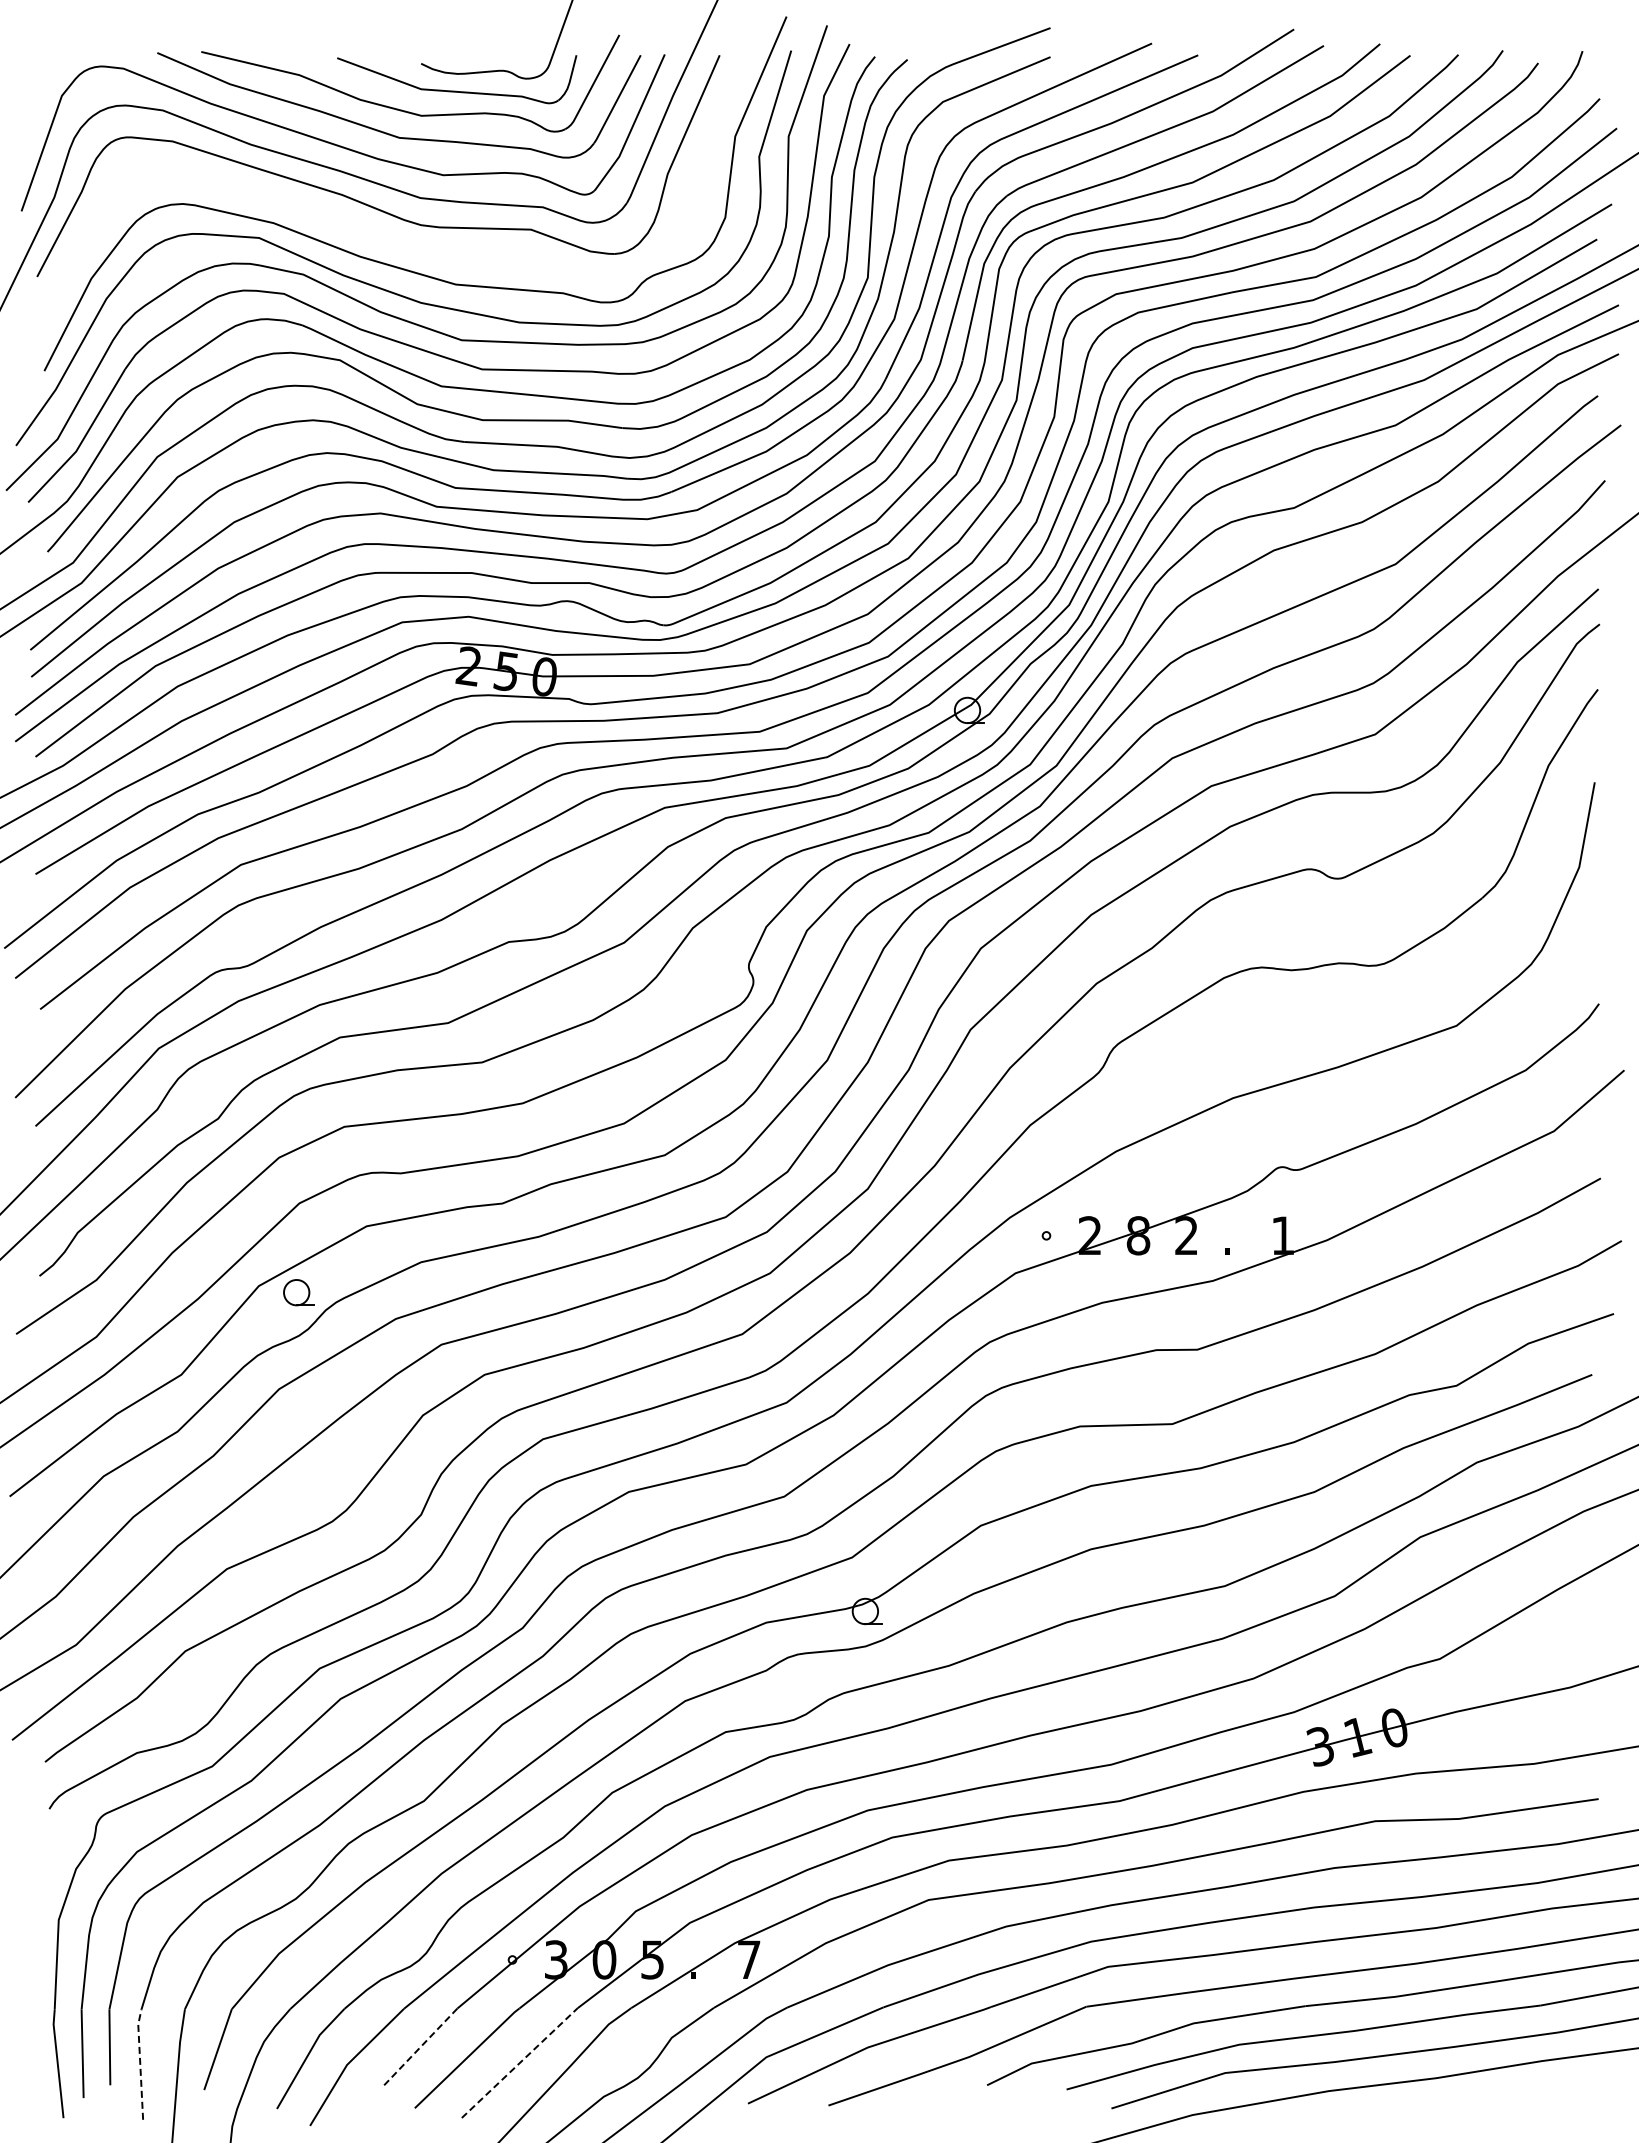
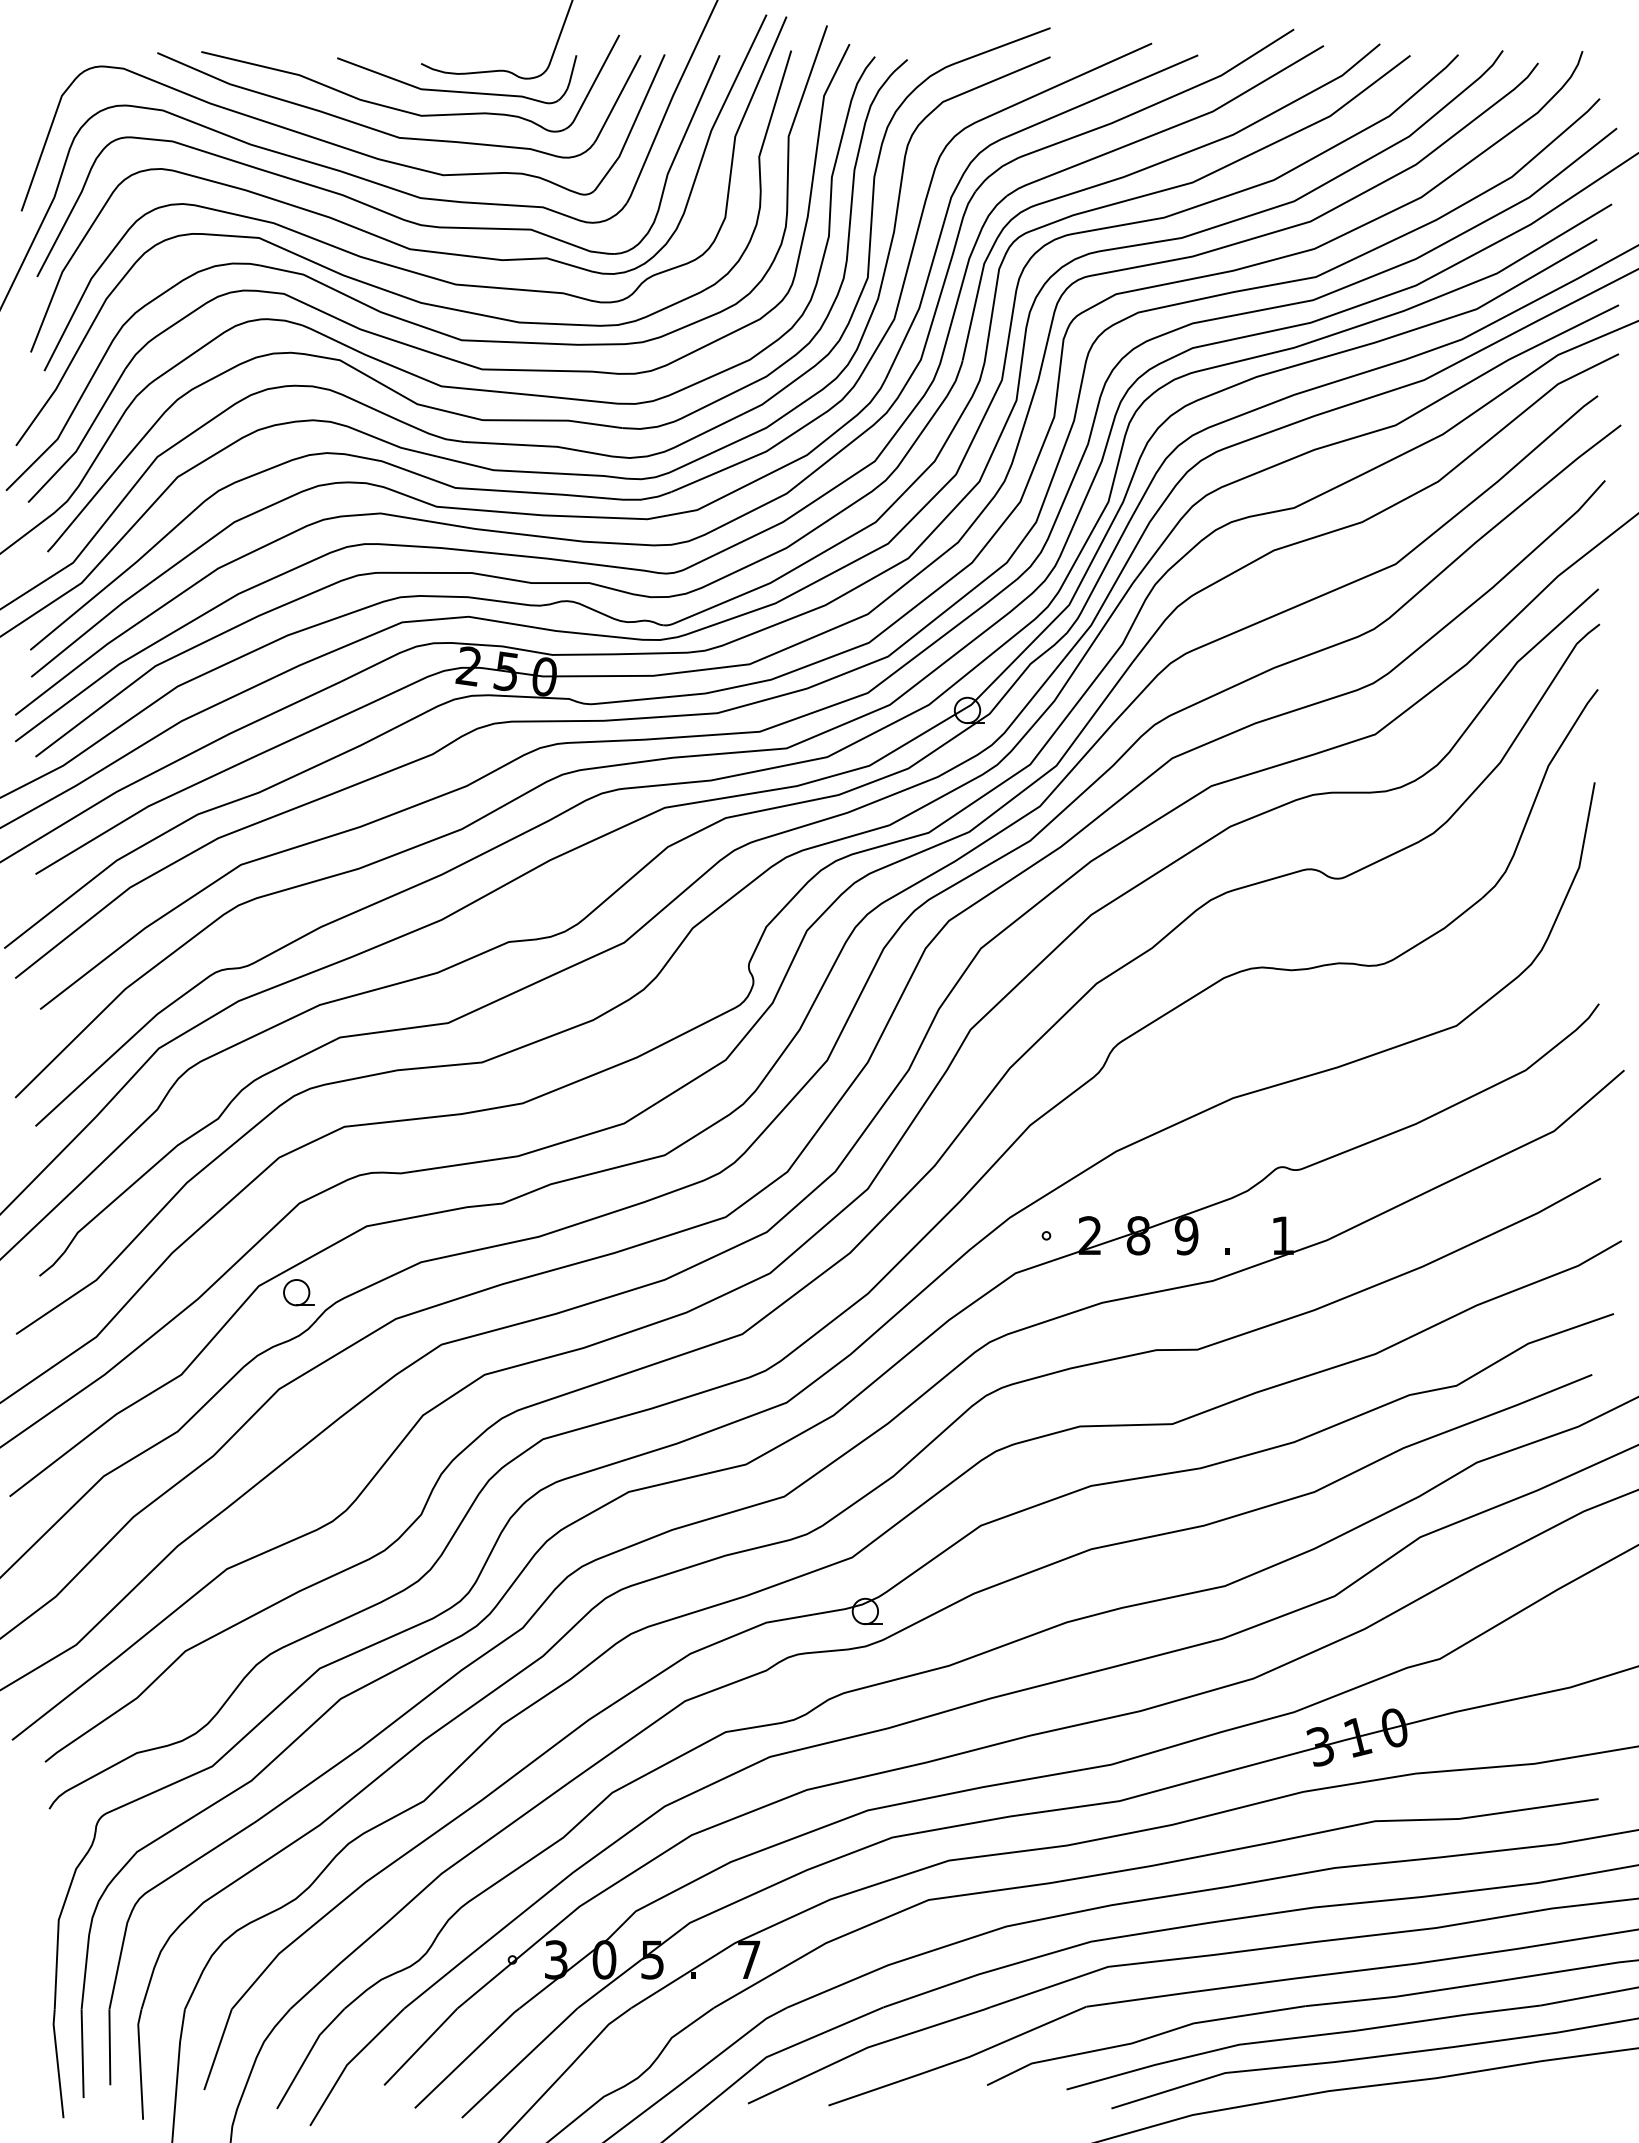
curve at (378, 235): none -> present
text at (1186, 1235): 2 -> 9
line at (421, 2046): dashed -> solid
line at (140, 2063): dashed -> solid
line at (519, 2063): dashed -> solid
